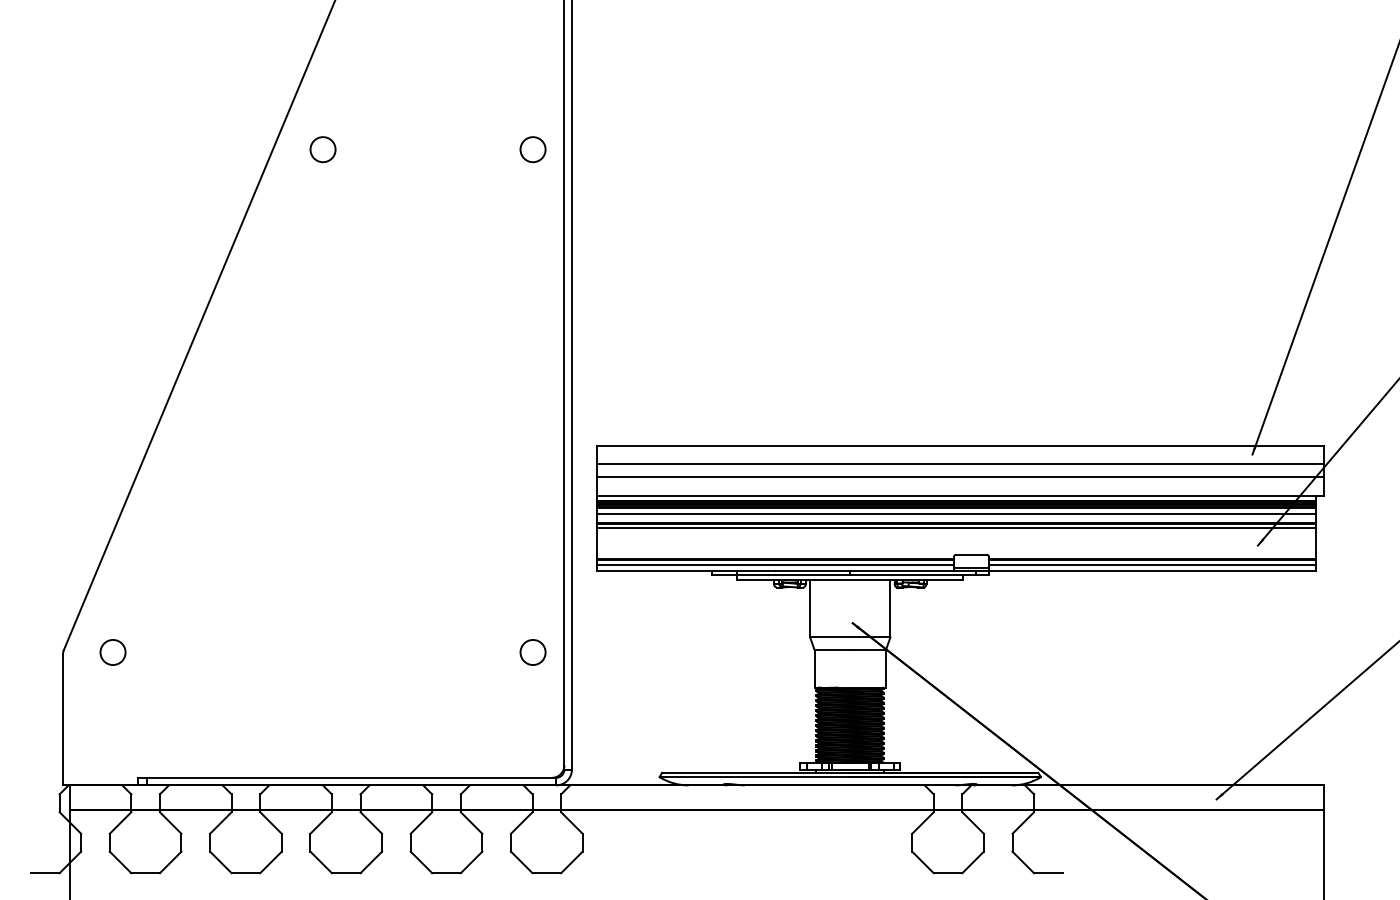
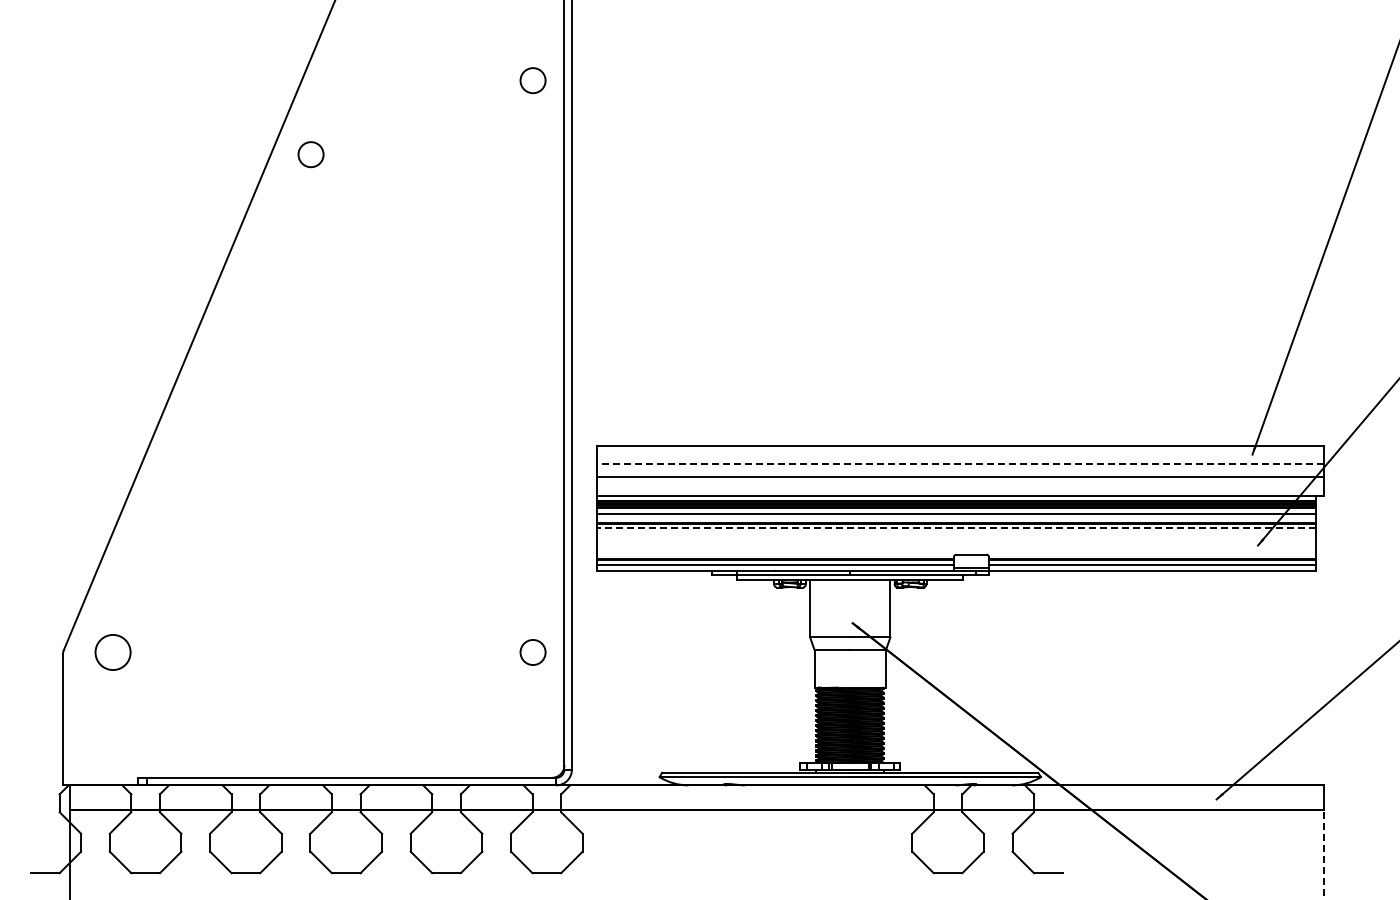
circle at (322, 149) position: (322, 149) -> (310, 154)
circle at (532, 149) position: (532, 149) -> (532, 80)
line at (960, 464): solid -> dashed
line at (955, 528): solid -> dashed
circle at (112, 652) size: 28x27 px -> 38x37 px
line at (1324, 854): solid -> dashed
